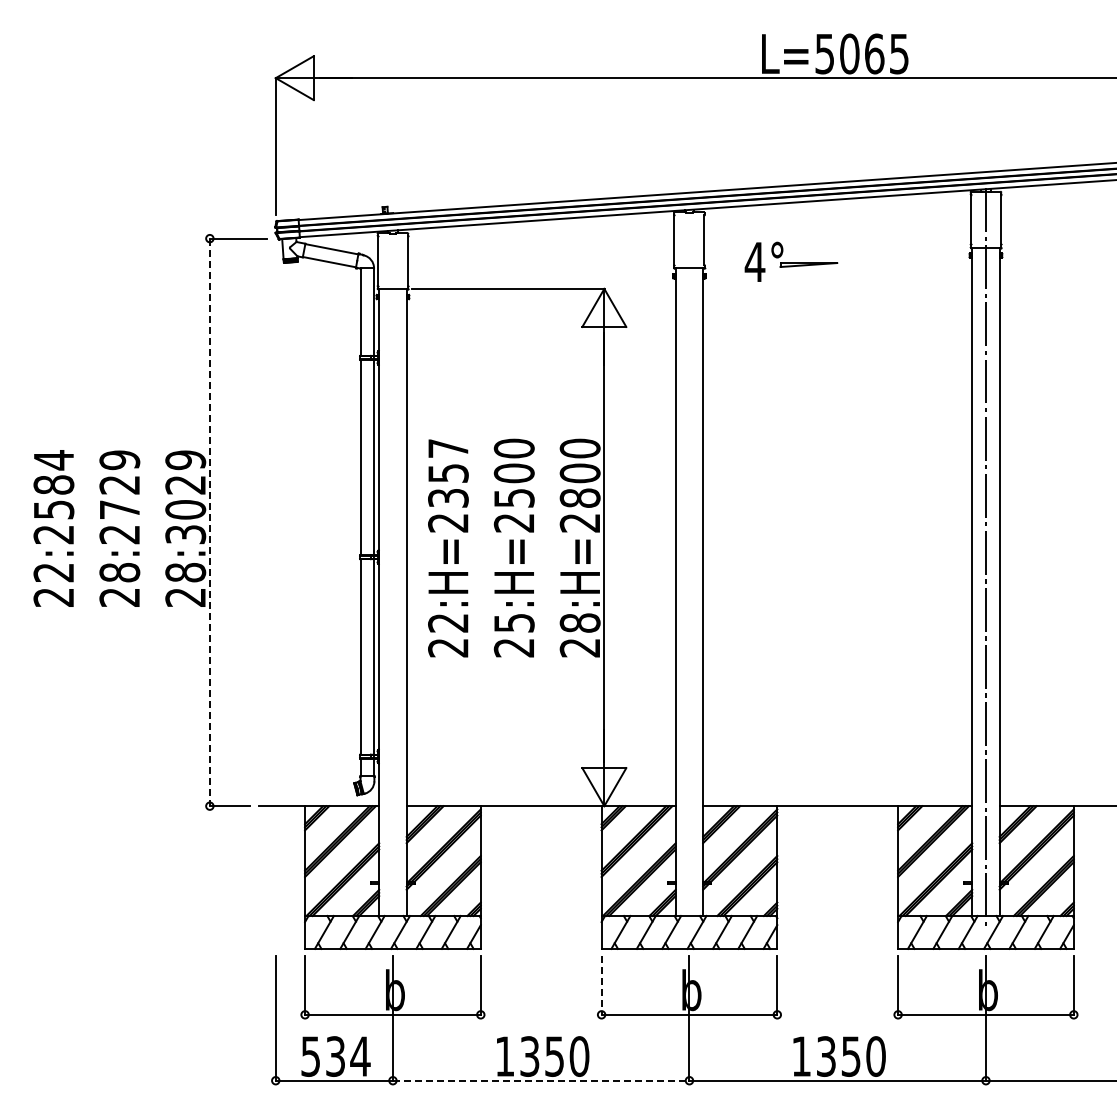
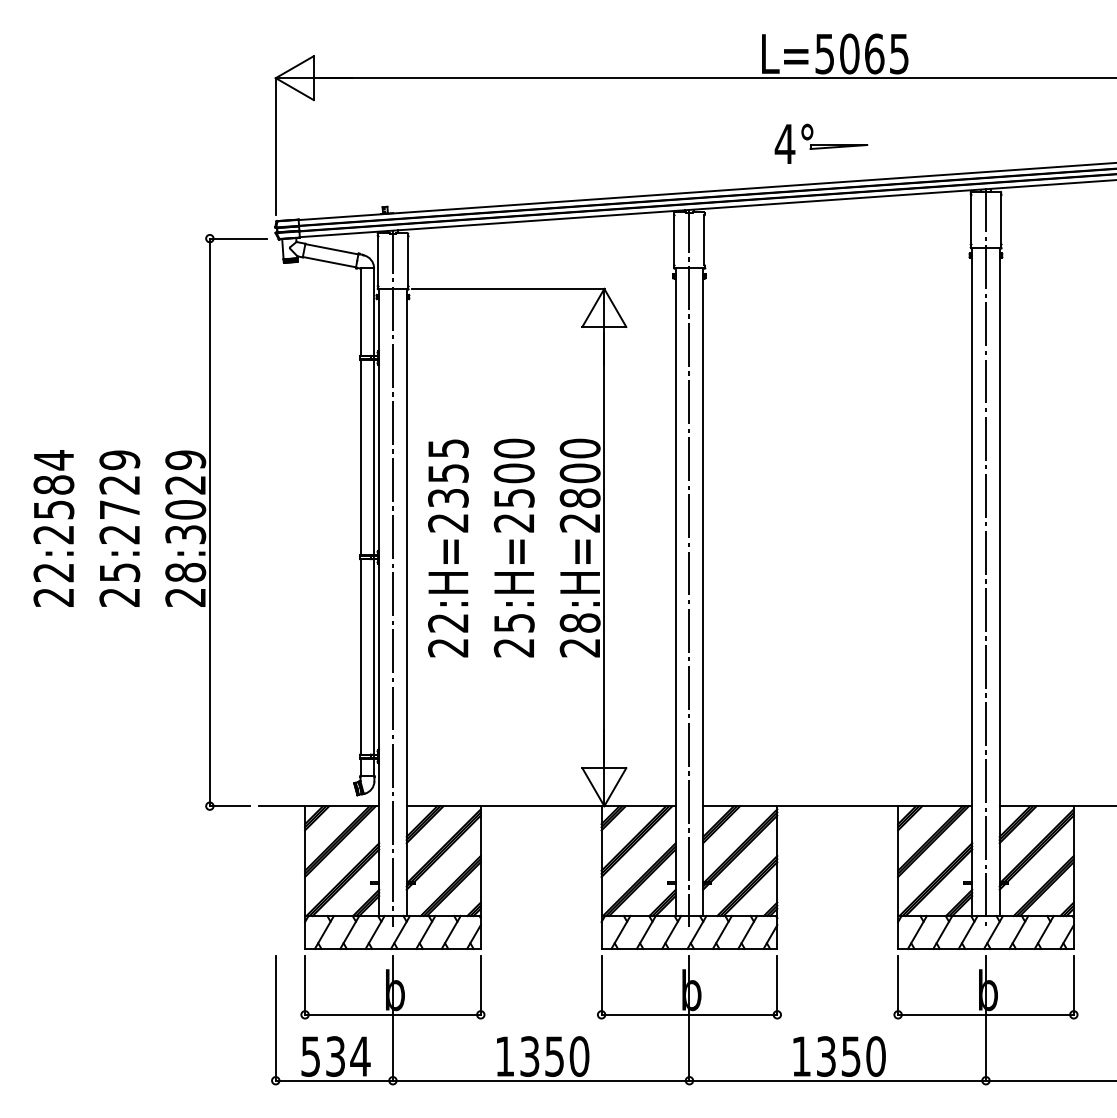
part at (791, 261) position: (791, 261) -> (821, 143)
text at (448, 448): 22:H=2357 -> 22:H=2355
line at (209, 522): dashed -> solid
line at (689, 567): none -> present
text at (119, 572): 28:2729 -> 25:2729
line at (392, 578): none -> present
line at (601, 985): dashed -> solid
line at (541, 1080): dashed -> solid
